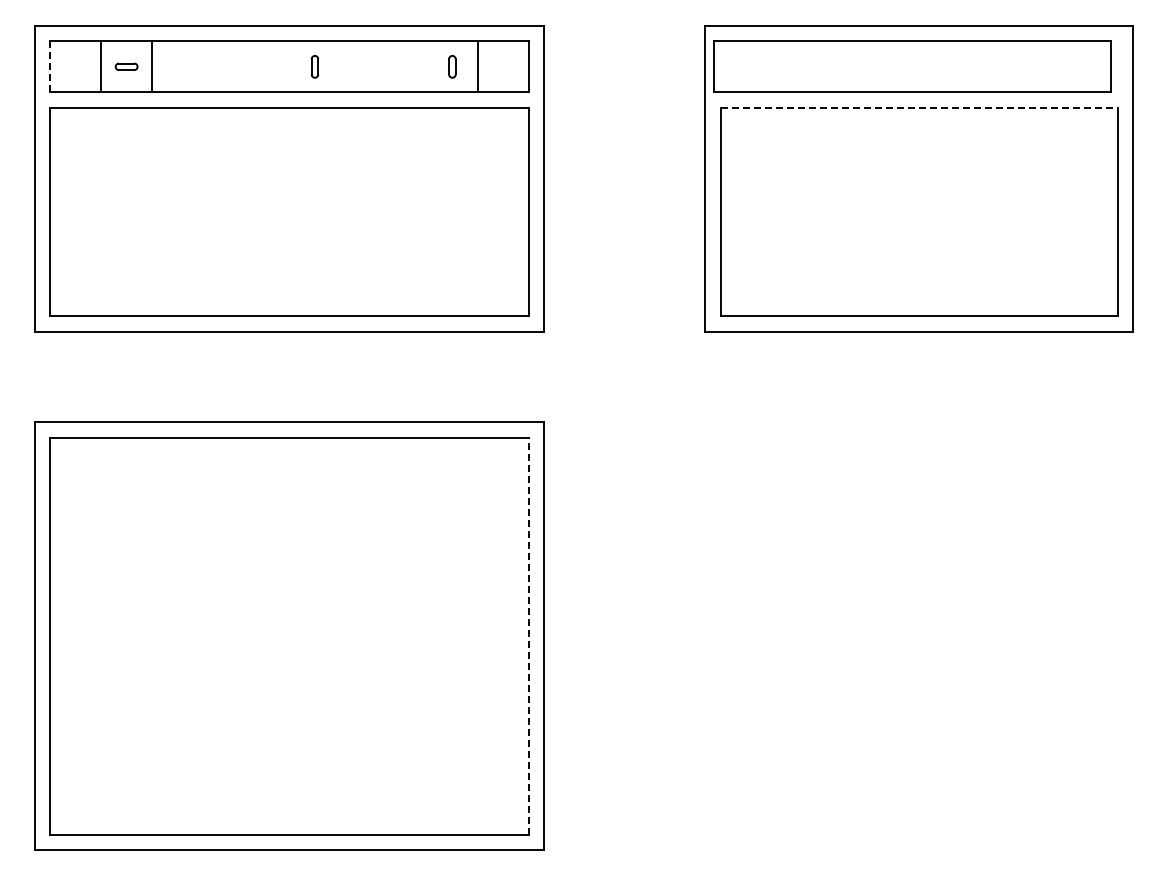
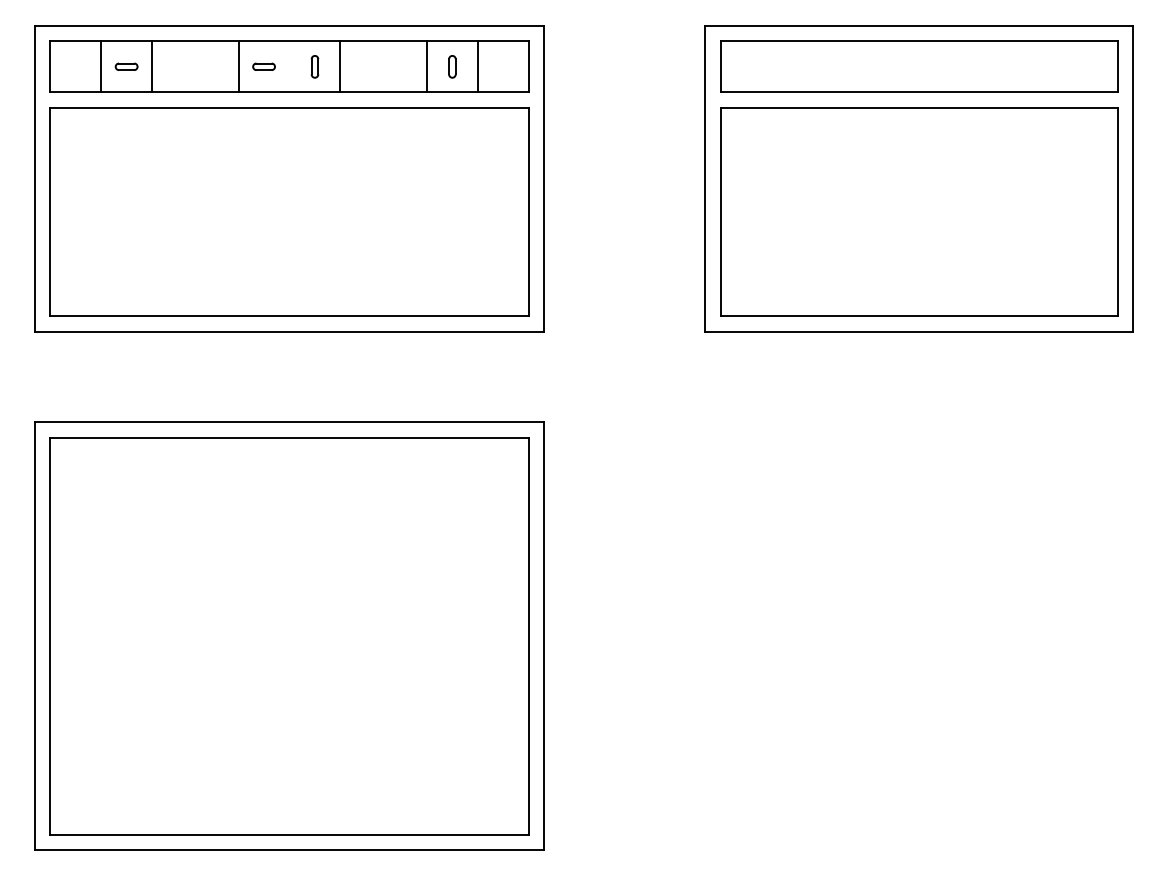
line at (50, 66): dashed -> solid
line at (238, 66): none -> present
part at (263, 66): none -> present
line at (340, 66): none -> present
line at (426, 66): none -> present
part at (912, 66) position: (912, 66) -> (919, 66)
line at (919, 107): dashed -> solid
line at (528, 636): dashed -> solid
